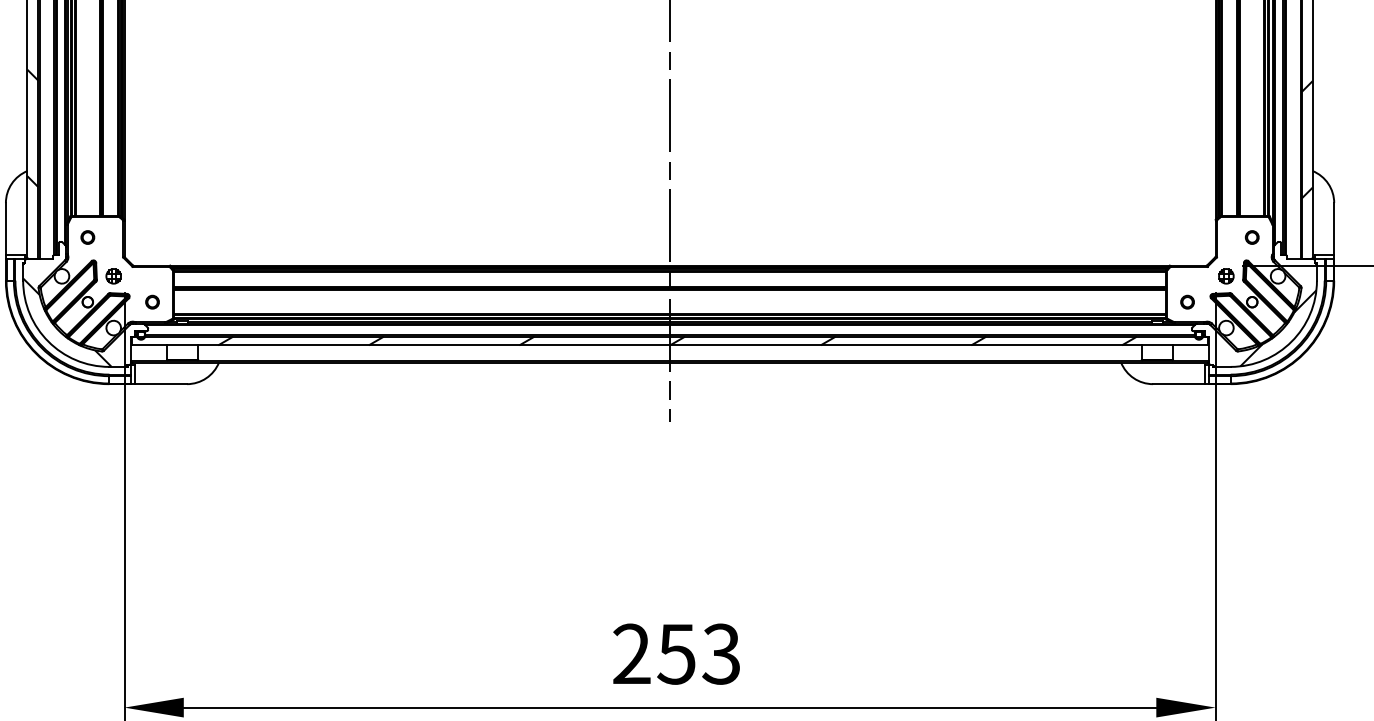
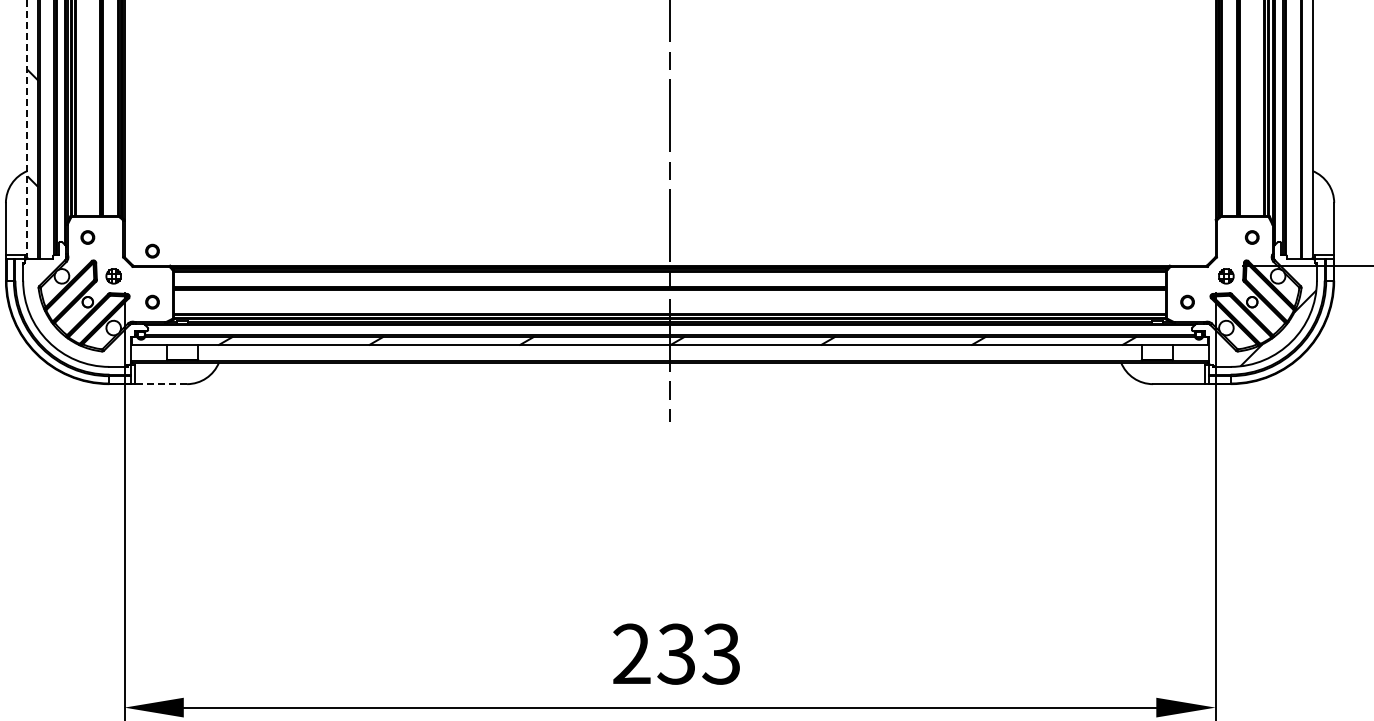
line at (27, 130): solid -> dashed
hatch at (1306, 139): present -> none
part at (152, 250): none -> present
hatch at (67, 322): present -> none
line at (161, 384): solid -> dashed
text at (676, 653): 253 -> 233
